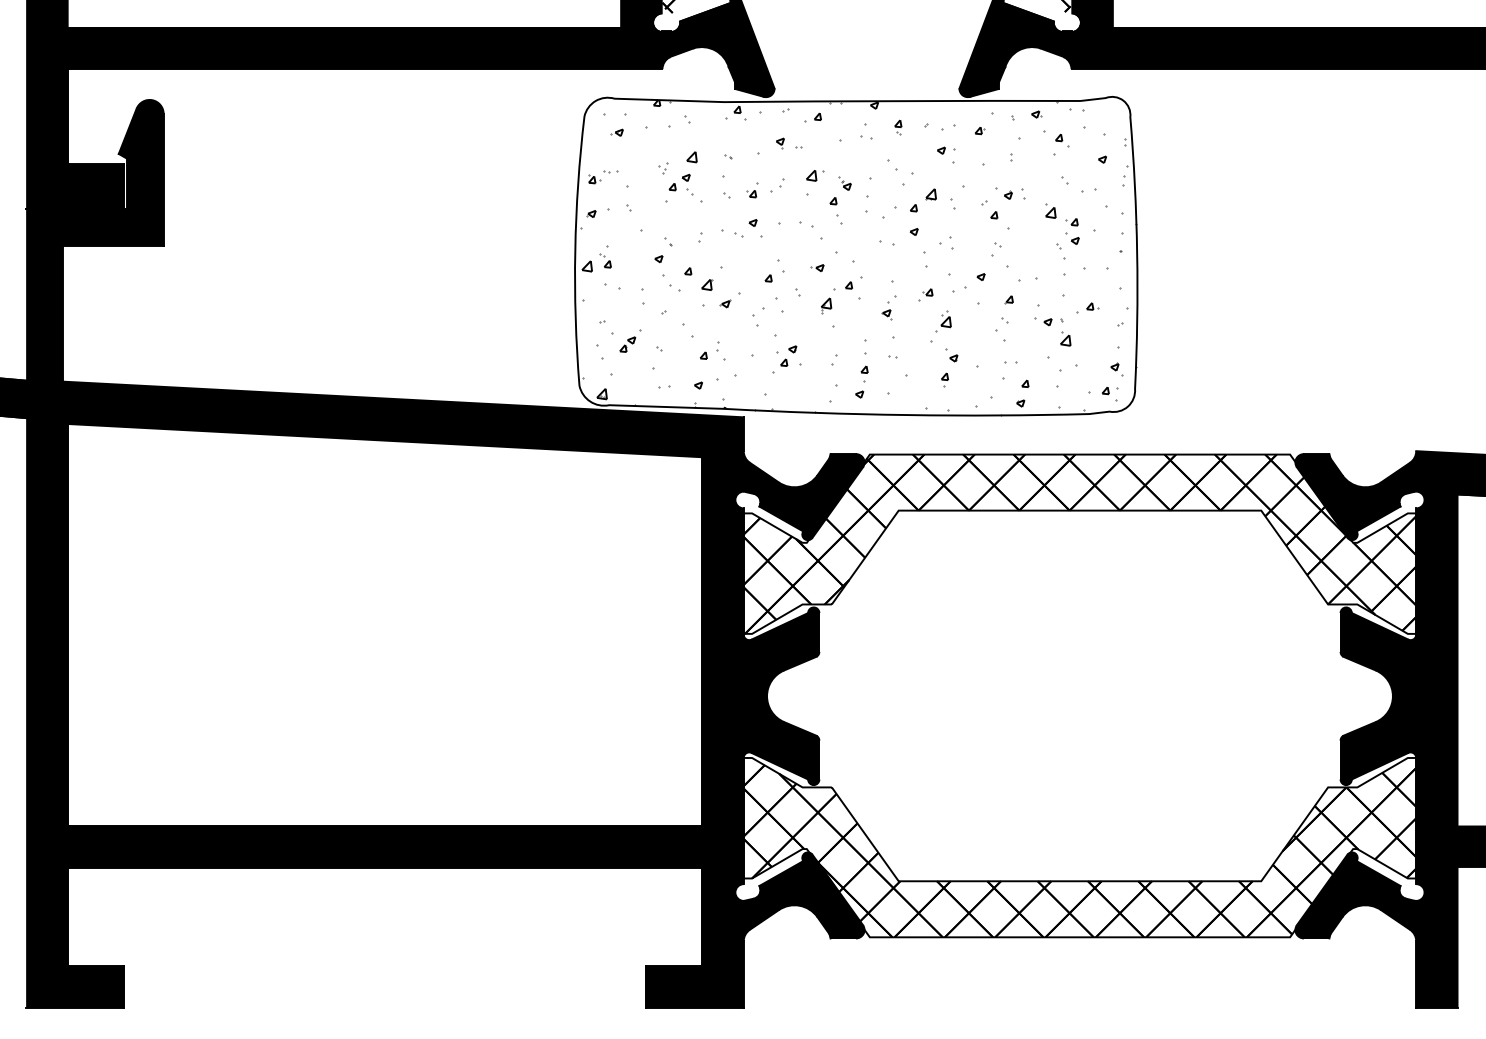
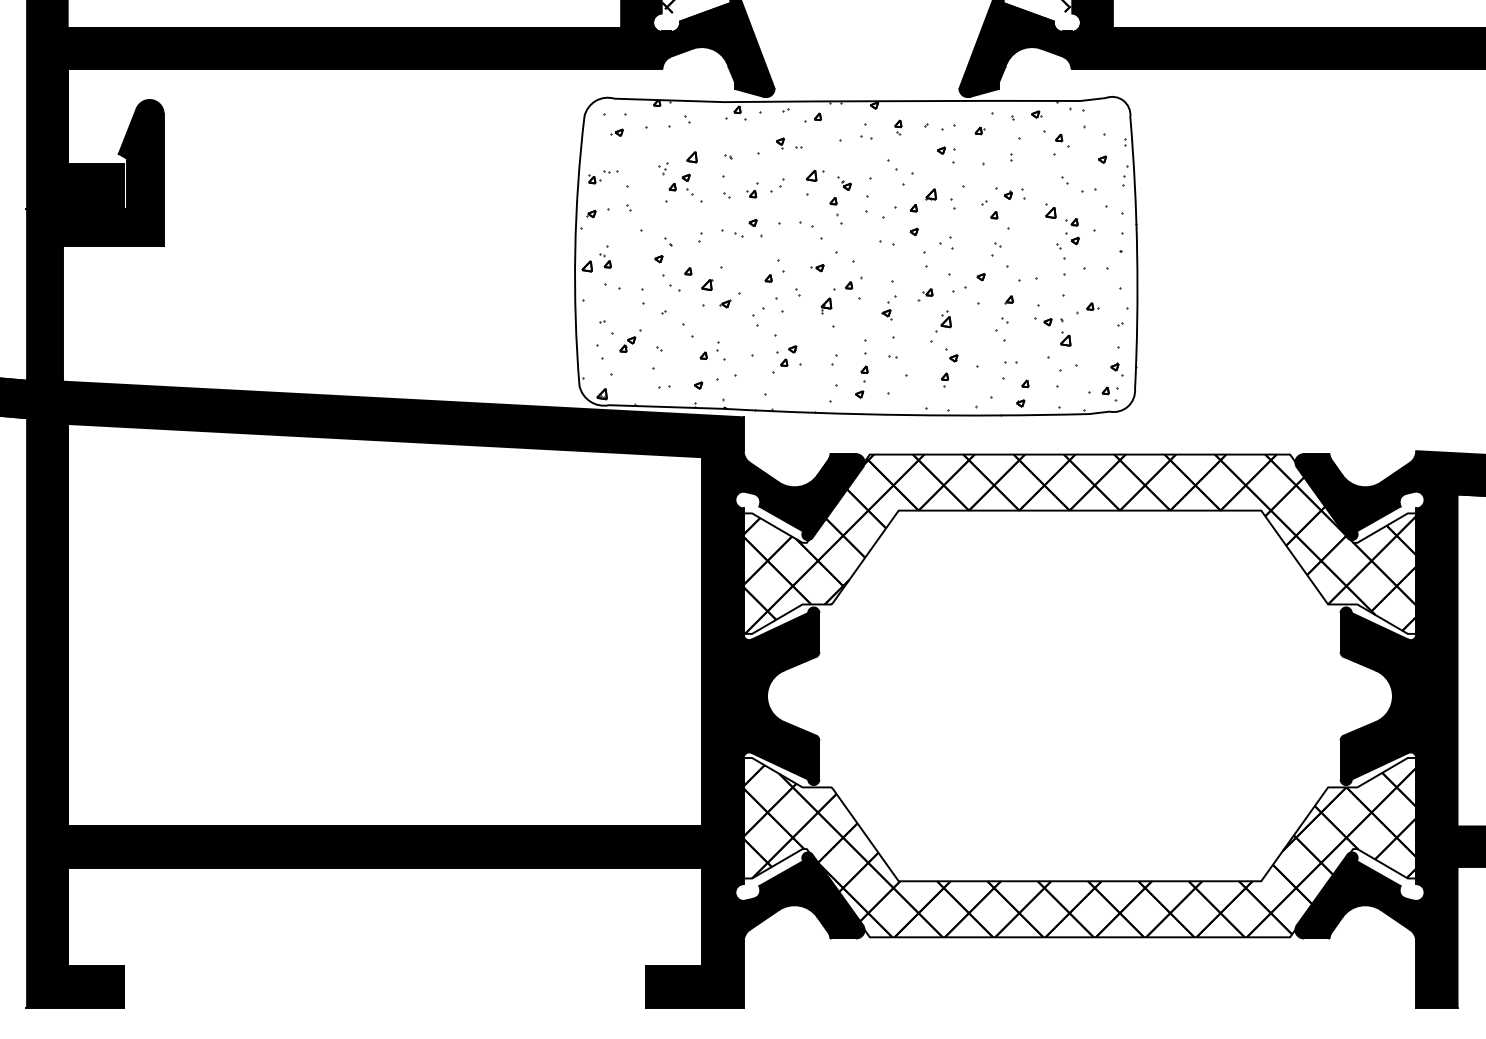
hatch at (858, 257): none -> present
